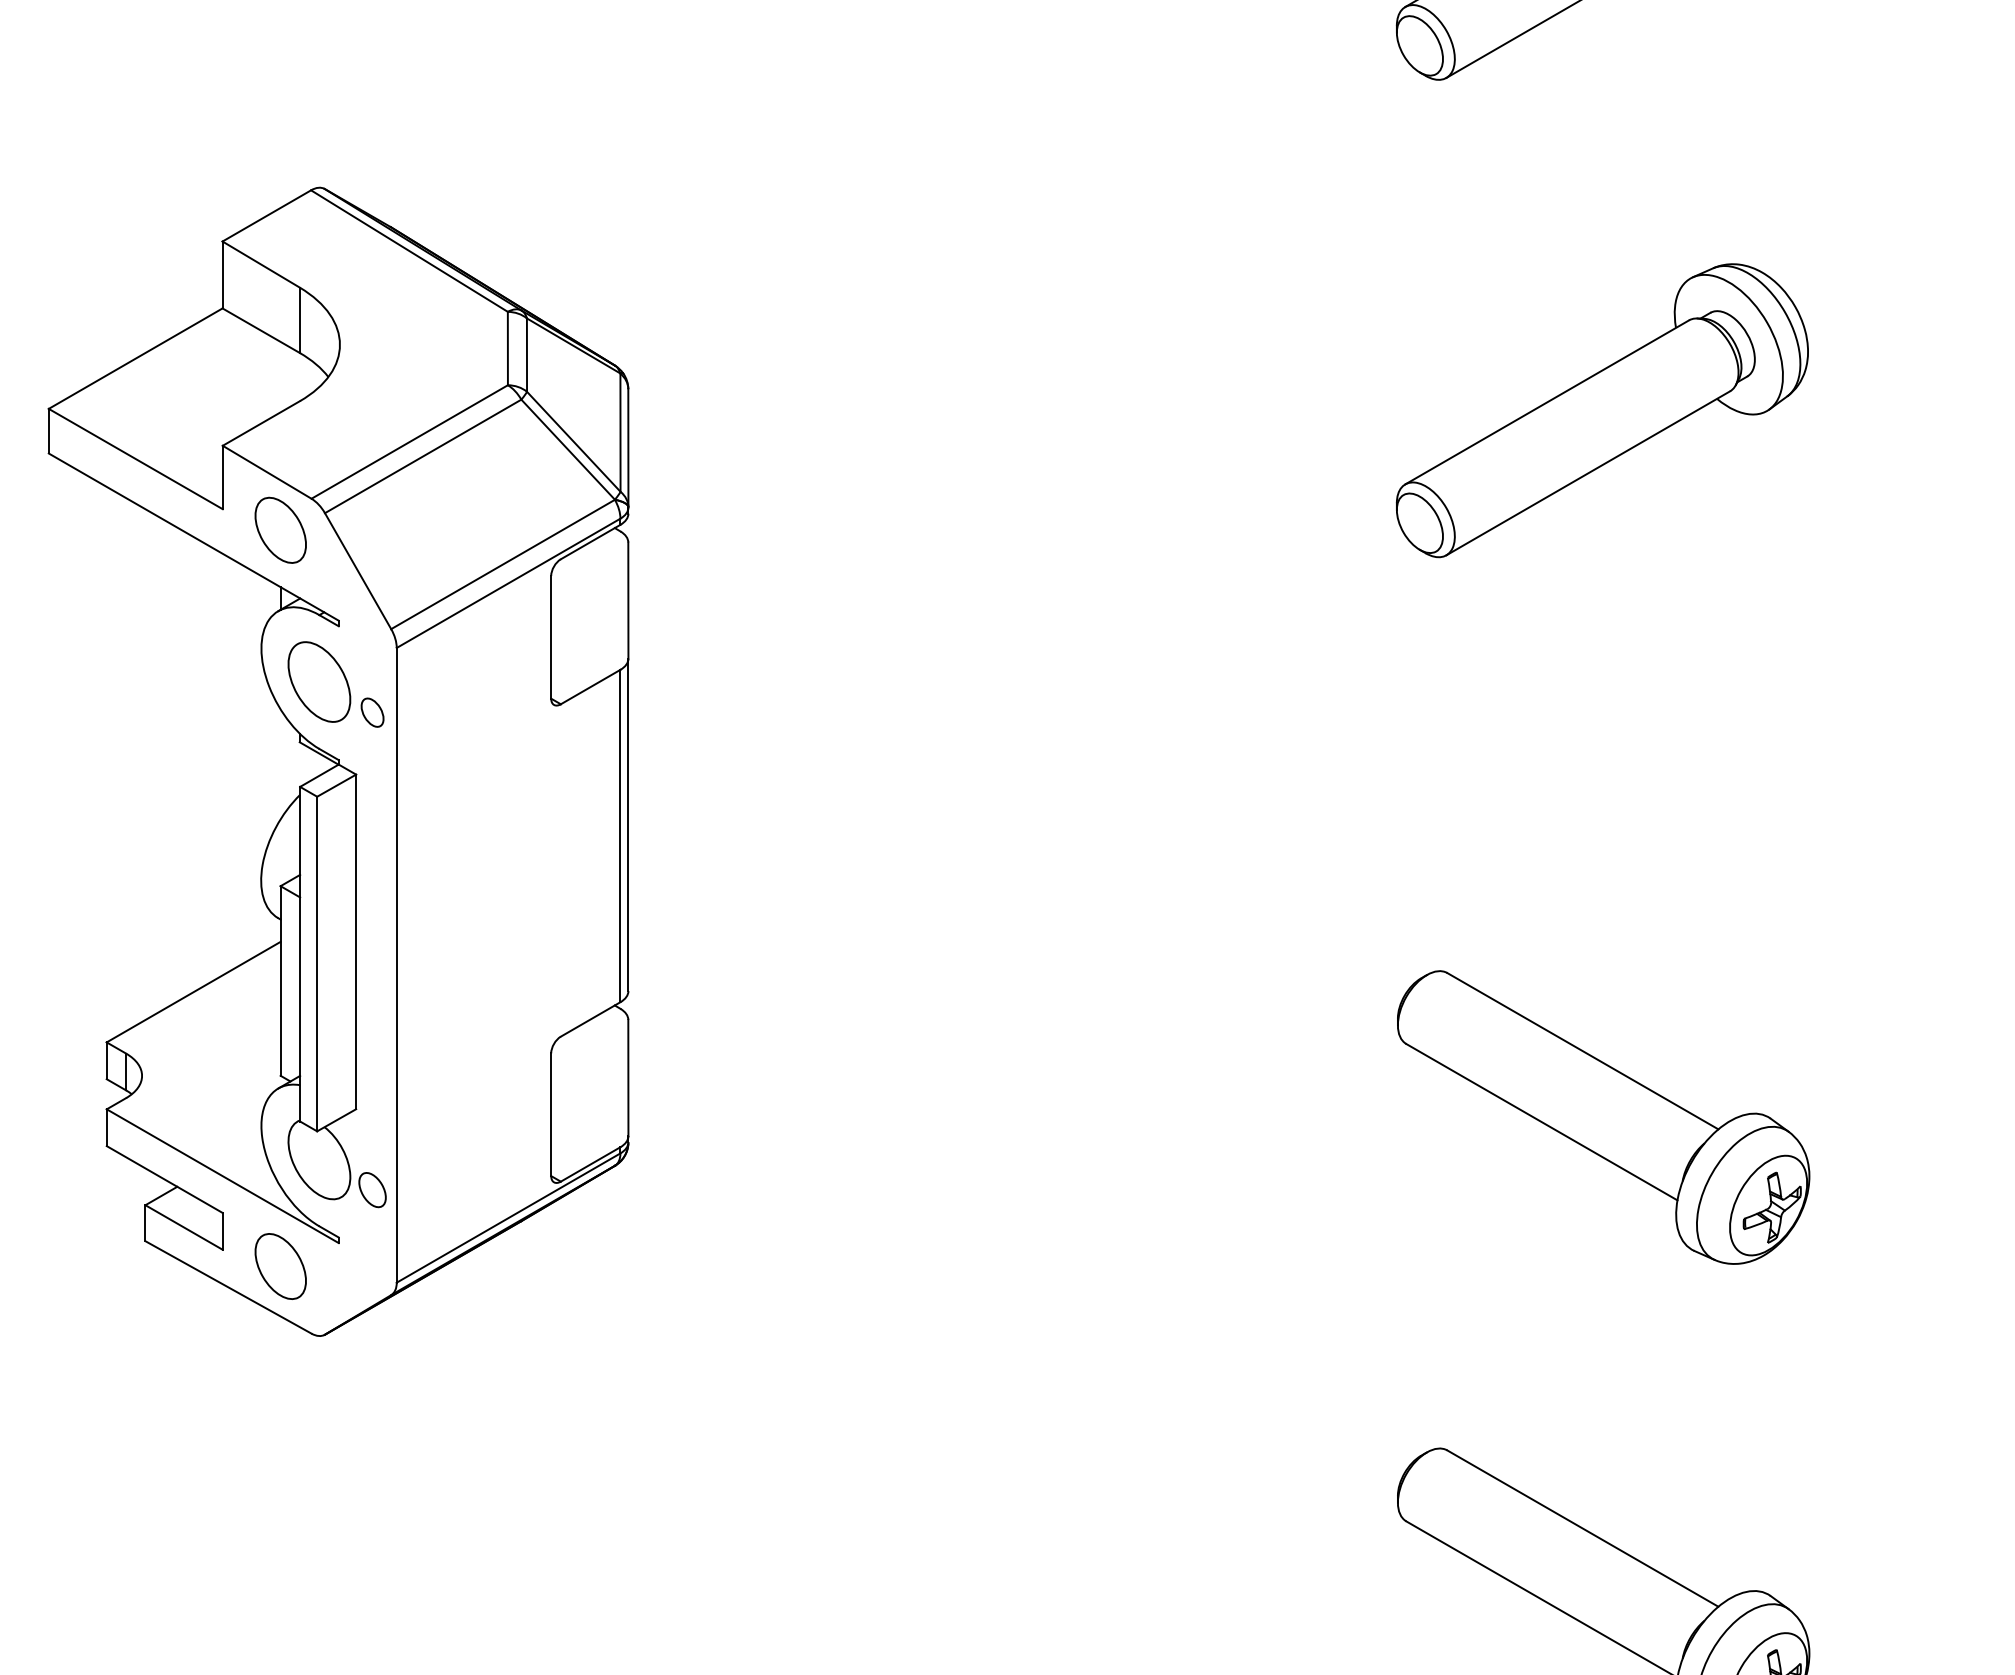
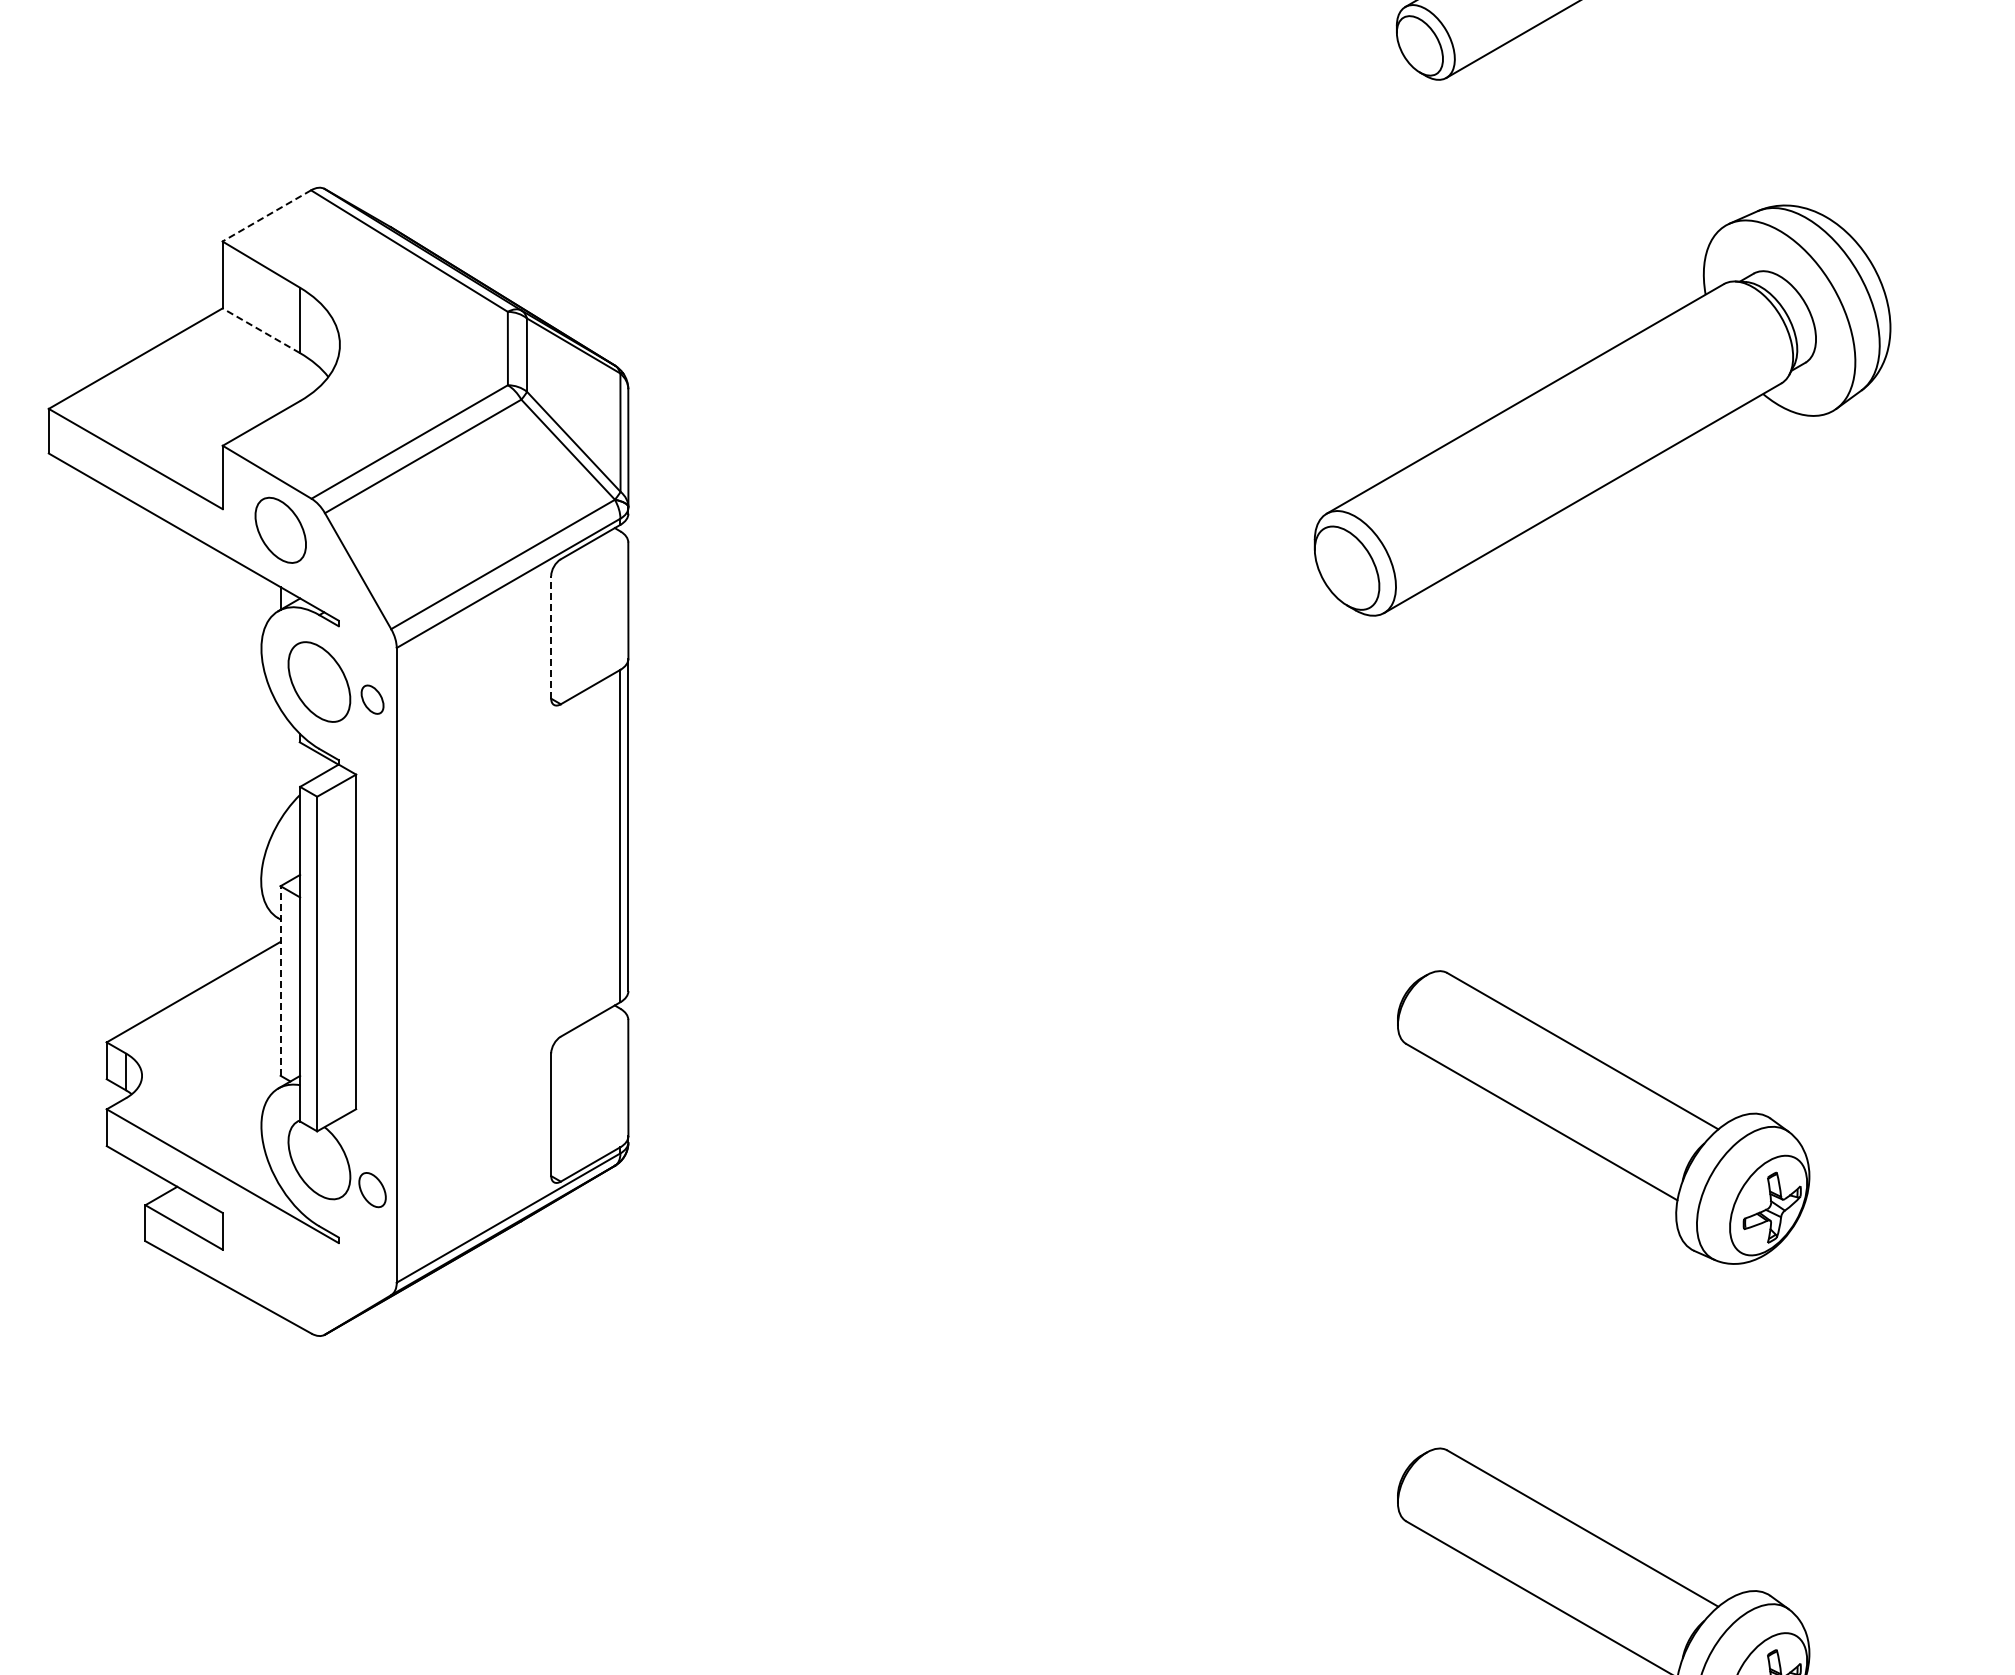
line at (266, 216): solid -> dashed
line at (261, 330): solid -> dashed
part at (1601, 410) size: 414x296 px -> 579x413 px
line at (551, 636): solid -> dashed
part at (372, 712) position: (372, 712) -> (372, 699)
line at (280, 980): solid -> dashed
part at (280, 1266): present -> none
